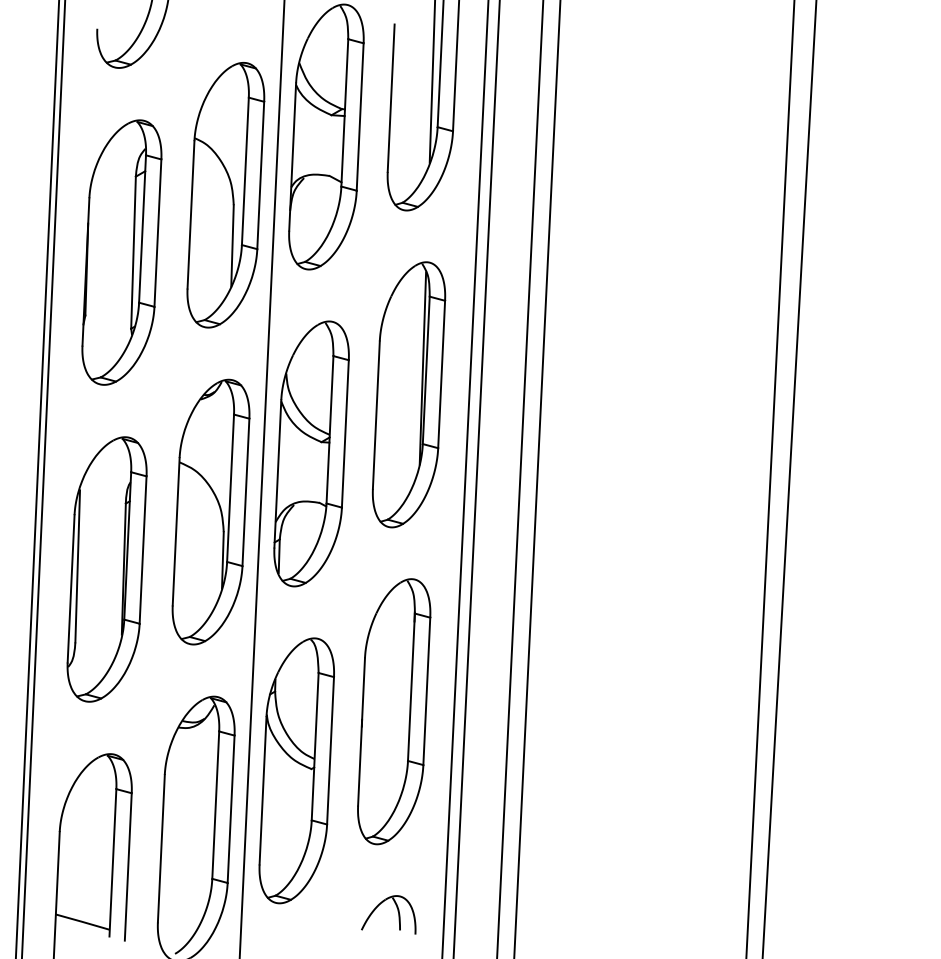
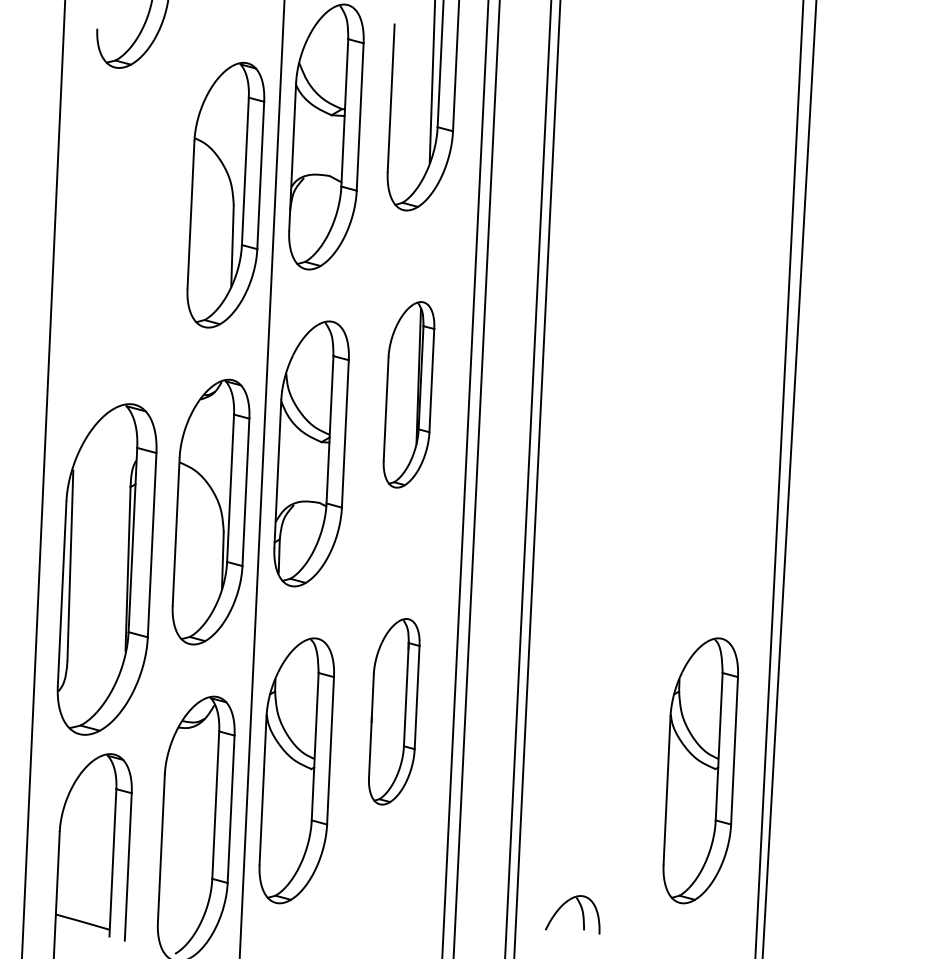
part at (121, 252): present -> none
part at (408, 394) size: 76x268 px -> 54x188 px
line at (37, 478): present -> none
line at (520, 478) position: (520, 478) -> (528, 478)
line at (770, 478) position: (770, 478) -> (779, 478)
part at (106, 569) size: 82x267 px -> 102x333 px
part at (394, 711) size: 75x268 px -> 53x188 px
part at (700, 770): none -> present
part at (397, 911) position: (397, 911) -> (581, 911)
